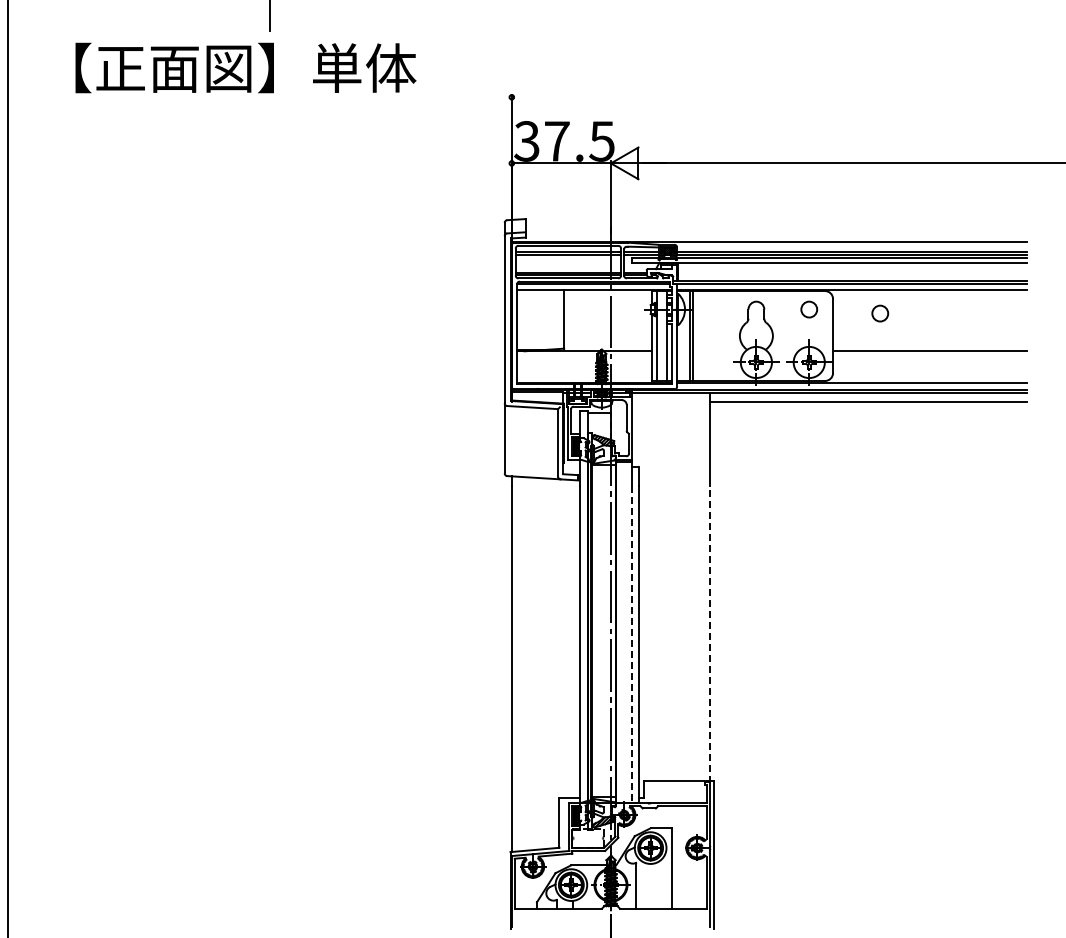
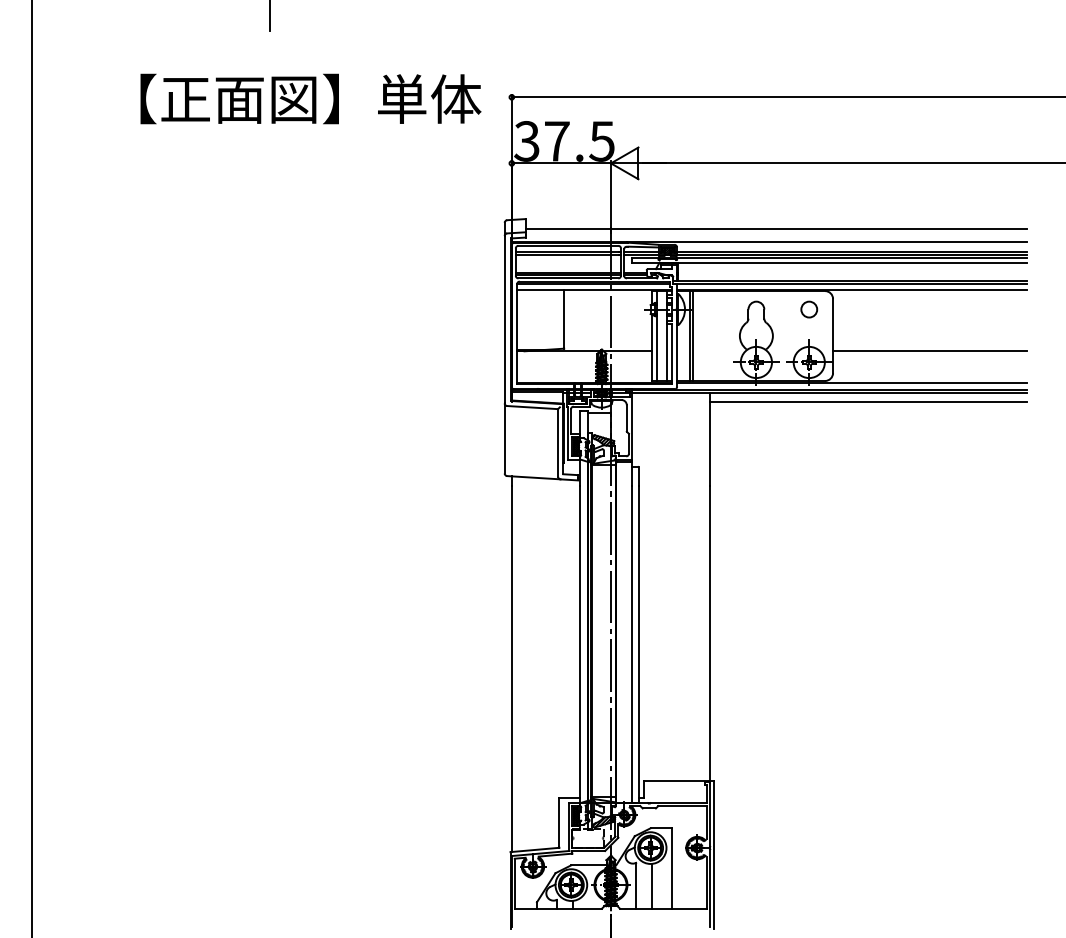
text at (245, 67) position: (245, 67) -> (310, 98)
line at (786, 97): none -> present
line at (776, 229): none -> present
circle at (880, 313): present -> none
line at (7, 468) position: (7, 468) -> (31, 468)
line at (710, 633): dashed -> solid
line at (632, 644): dashed -> solid
line at (651, 885): none -> present
